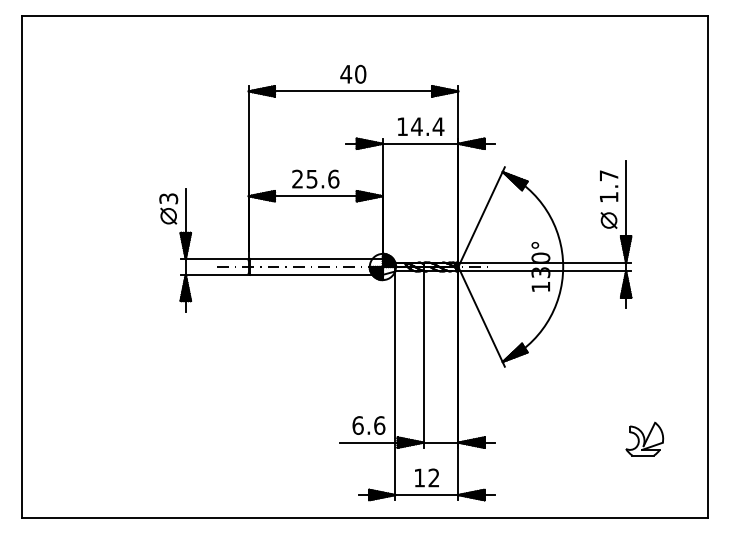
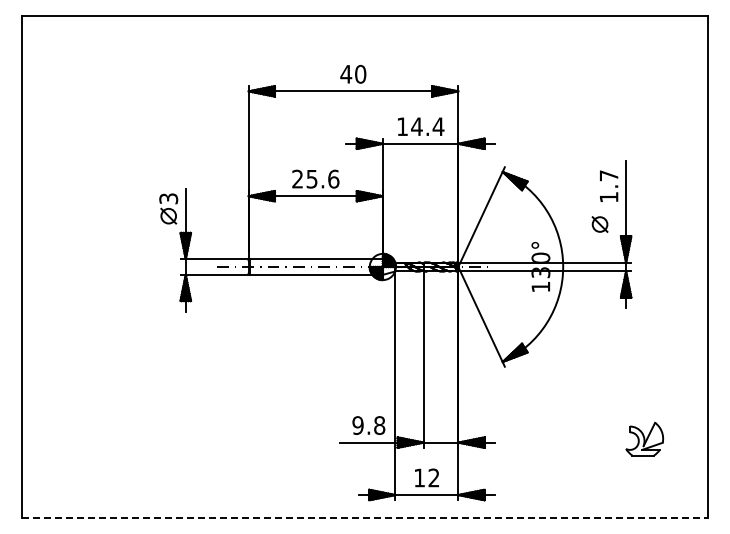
part at (608, 220) position: (608, 220) -> (599, 224)
text at (368, 425): 6.6 -> 9.8
line at (365, 517): solid -> dashed
